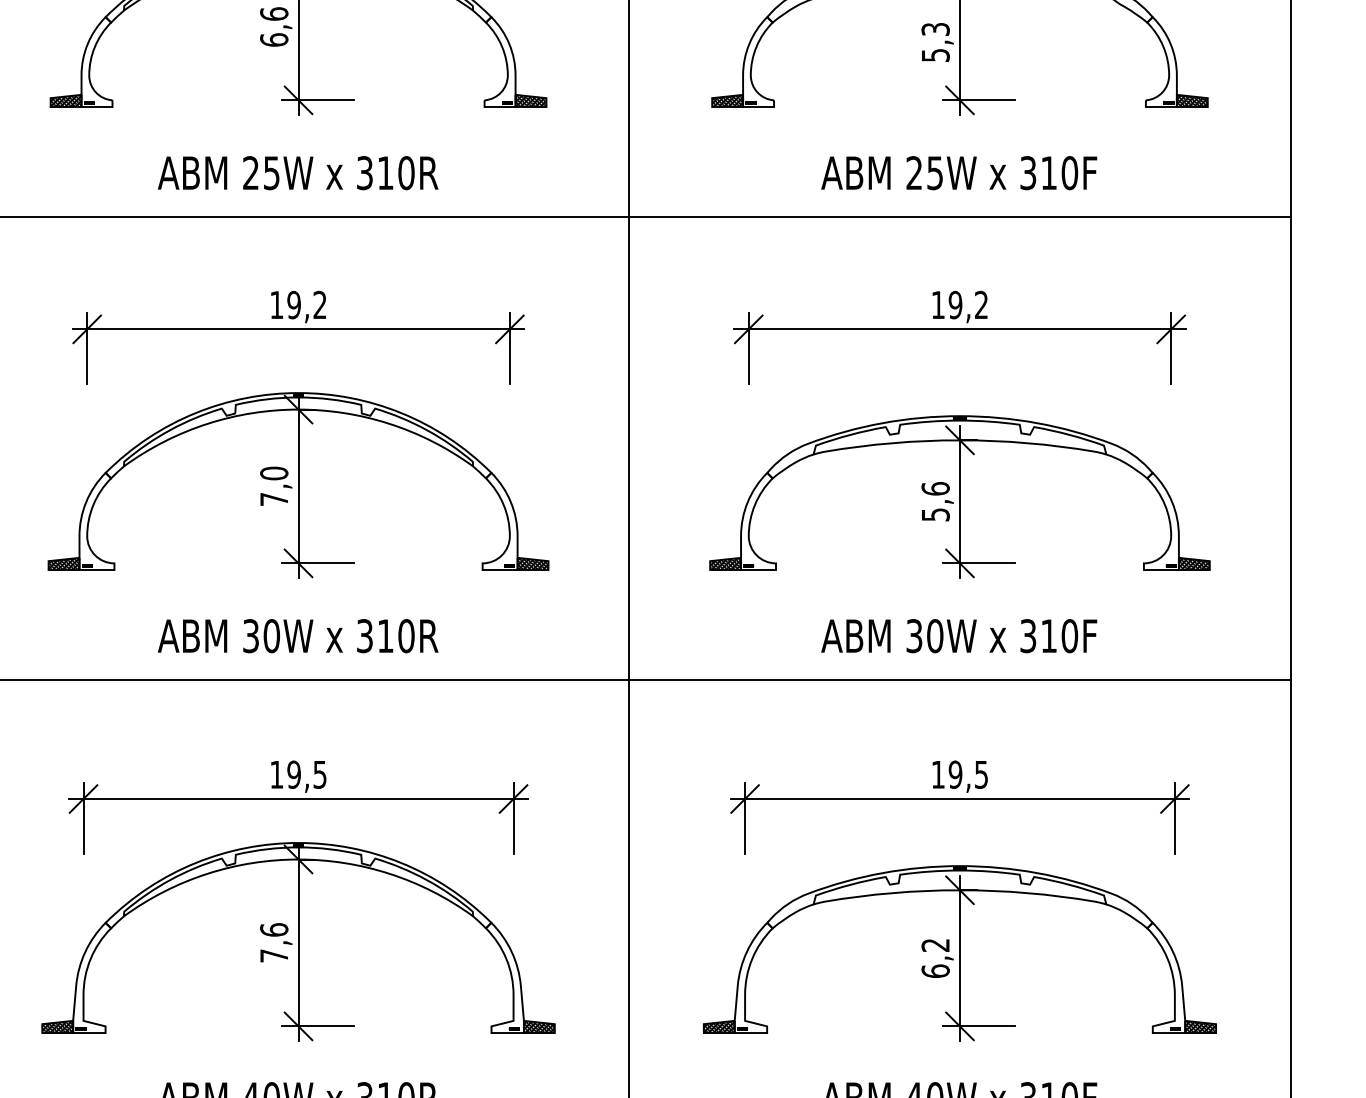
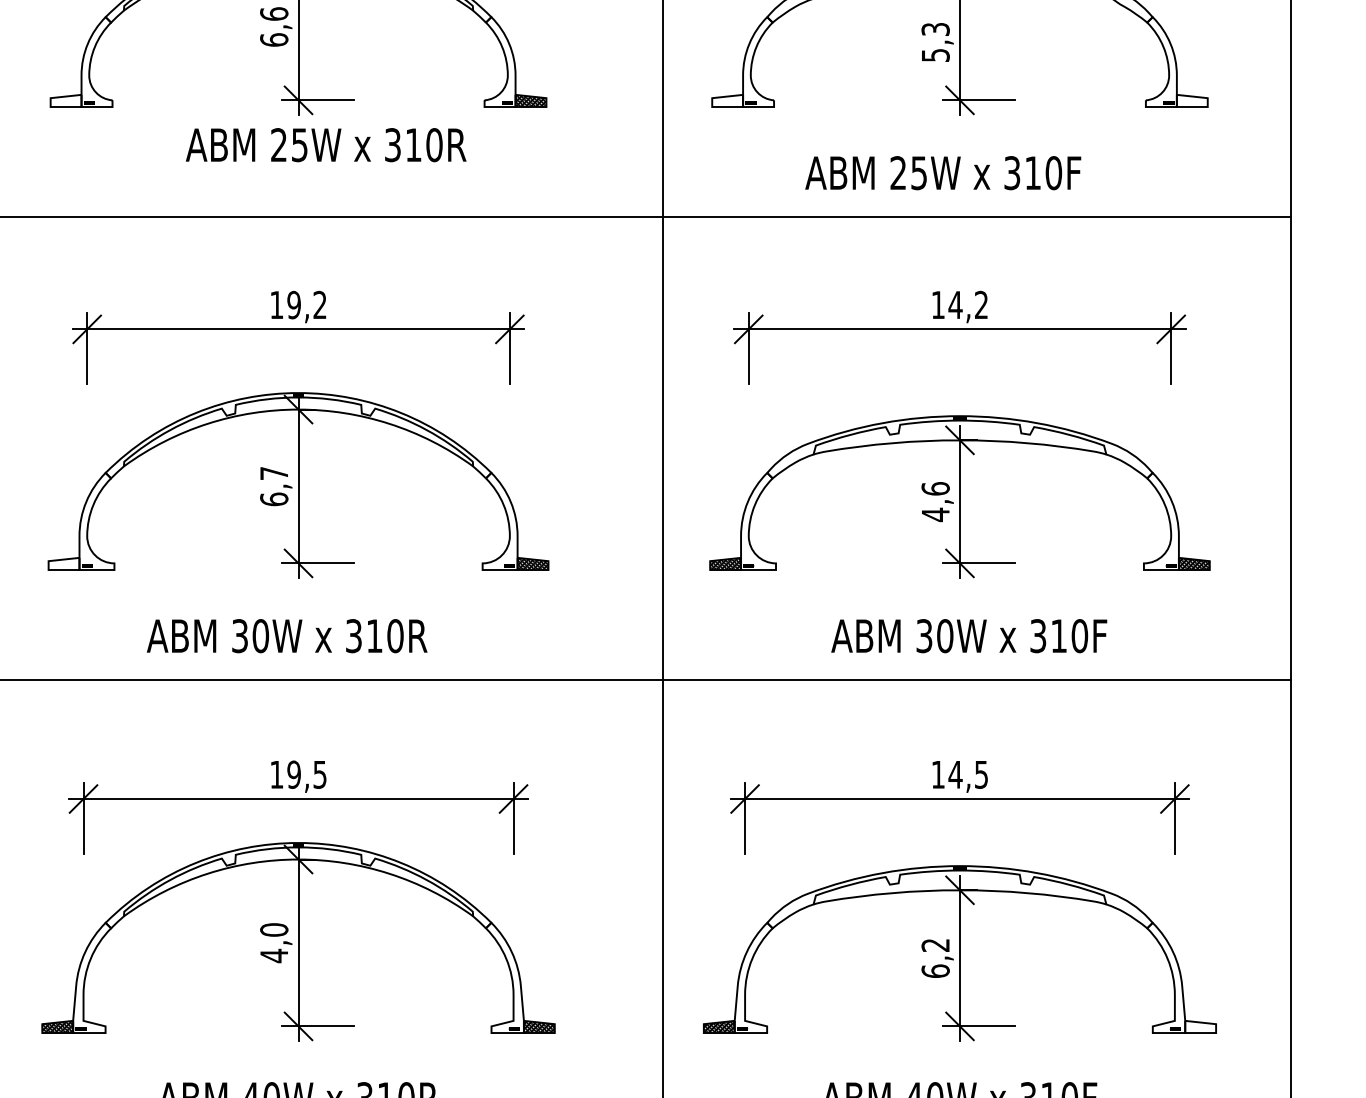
hatch at (65, 101): present -> none
hatch at (727, 101): present -> none
hatch at (1191, 101): present -> none
text at (298, 173) position: (298, 173) -> (326, 145)
text at (959, 173) position: (959, 173) -> (943, 173)
text at (955, 304): 19,2 -> 14,2
text at (274, 486): 7,0 -> 6,7
text at (935, 514): 5,6 -> 4,6
line at (629, 548) position: (629, 548) -> (663, 548)
hatch at (63, 564): present -> none
text at (298, 636) position: (298, 636) -> (287, 636)
text at (959, 636) position: (959, 636) -> (969, 636)
text at (955, 774): 19,5 -> 14,5
text at (274, 943): 7,6 -> 4,0
hatch at (1200, 1026): present -> none
